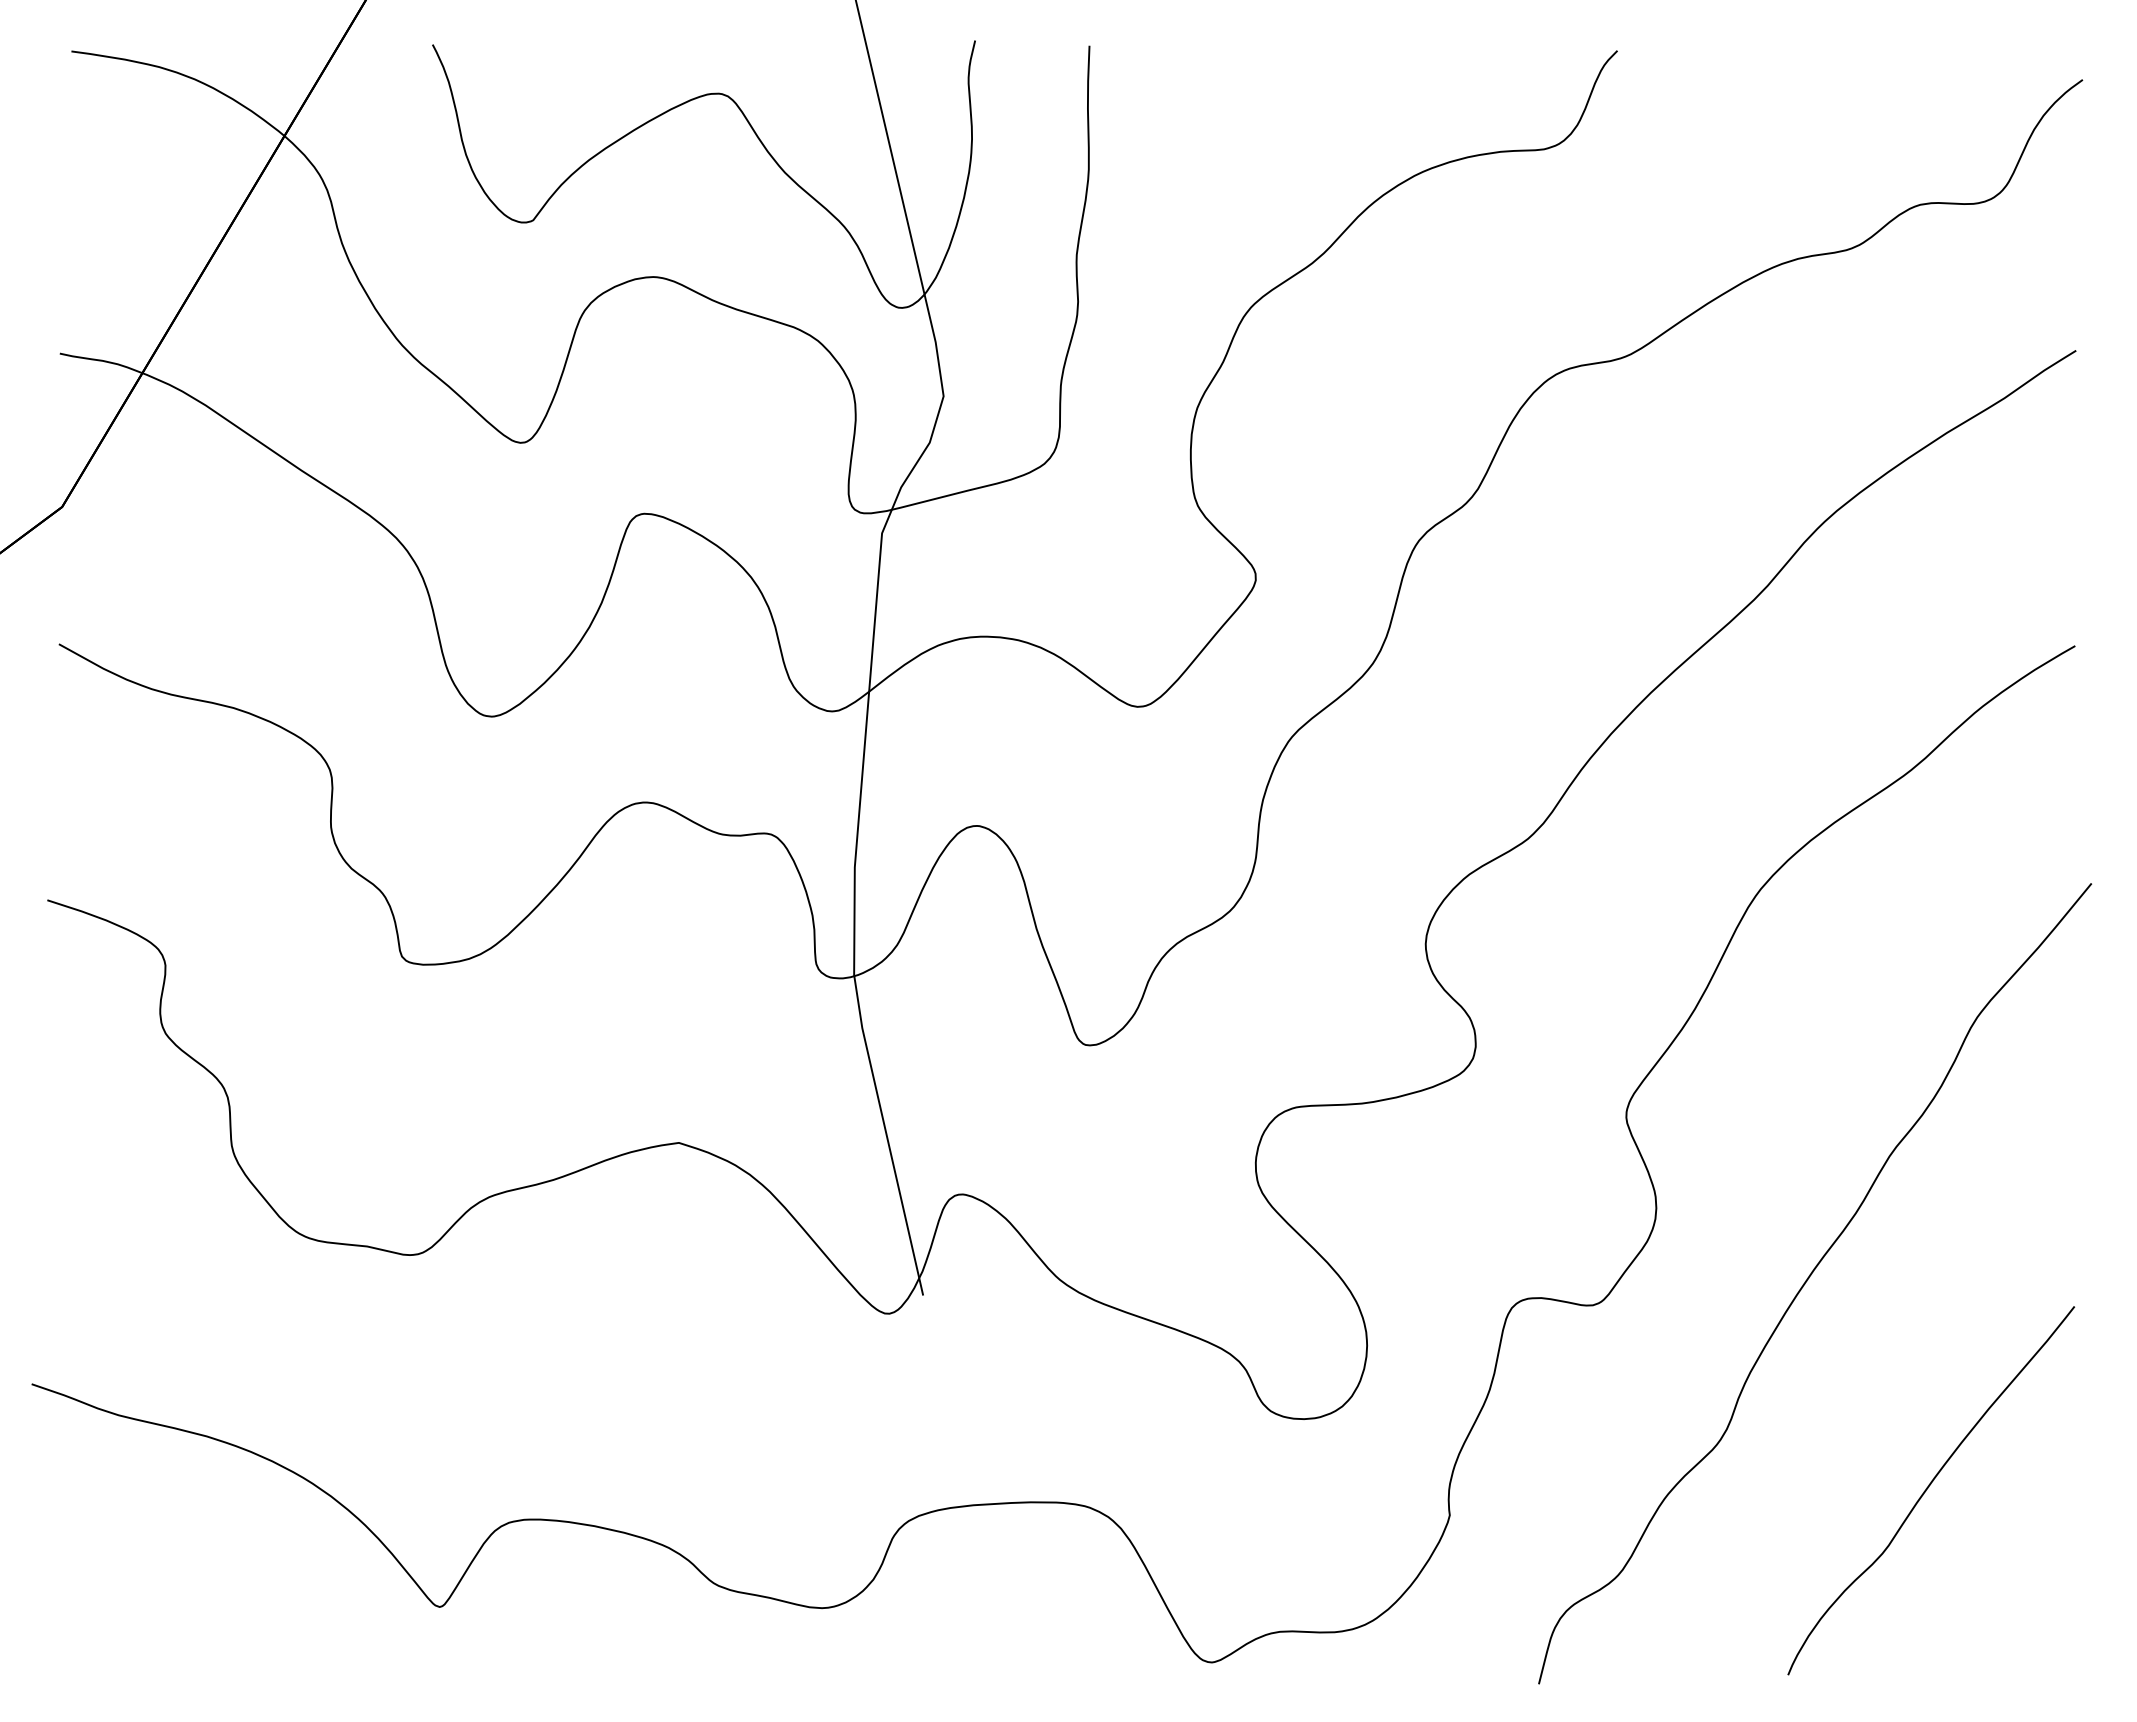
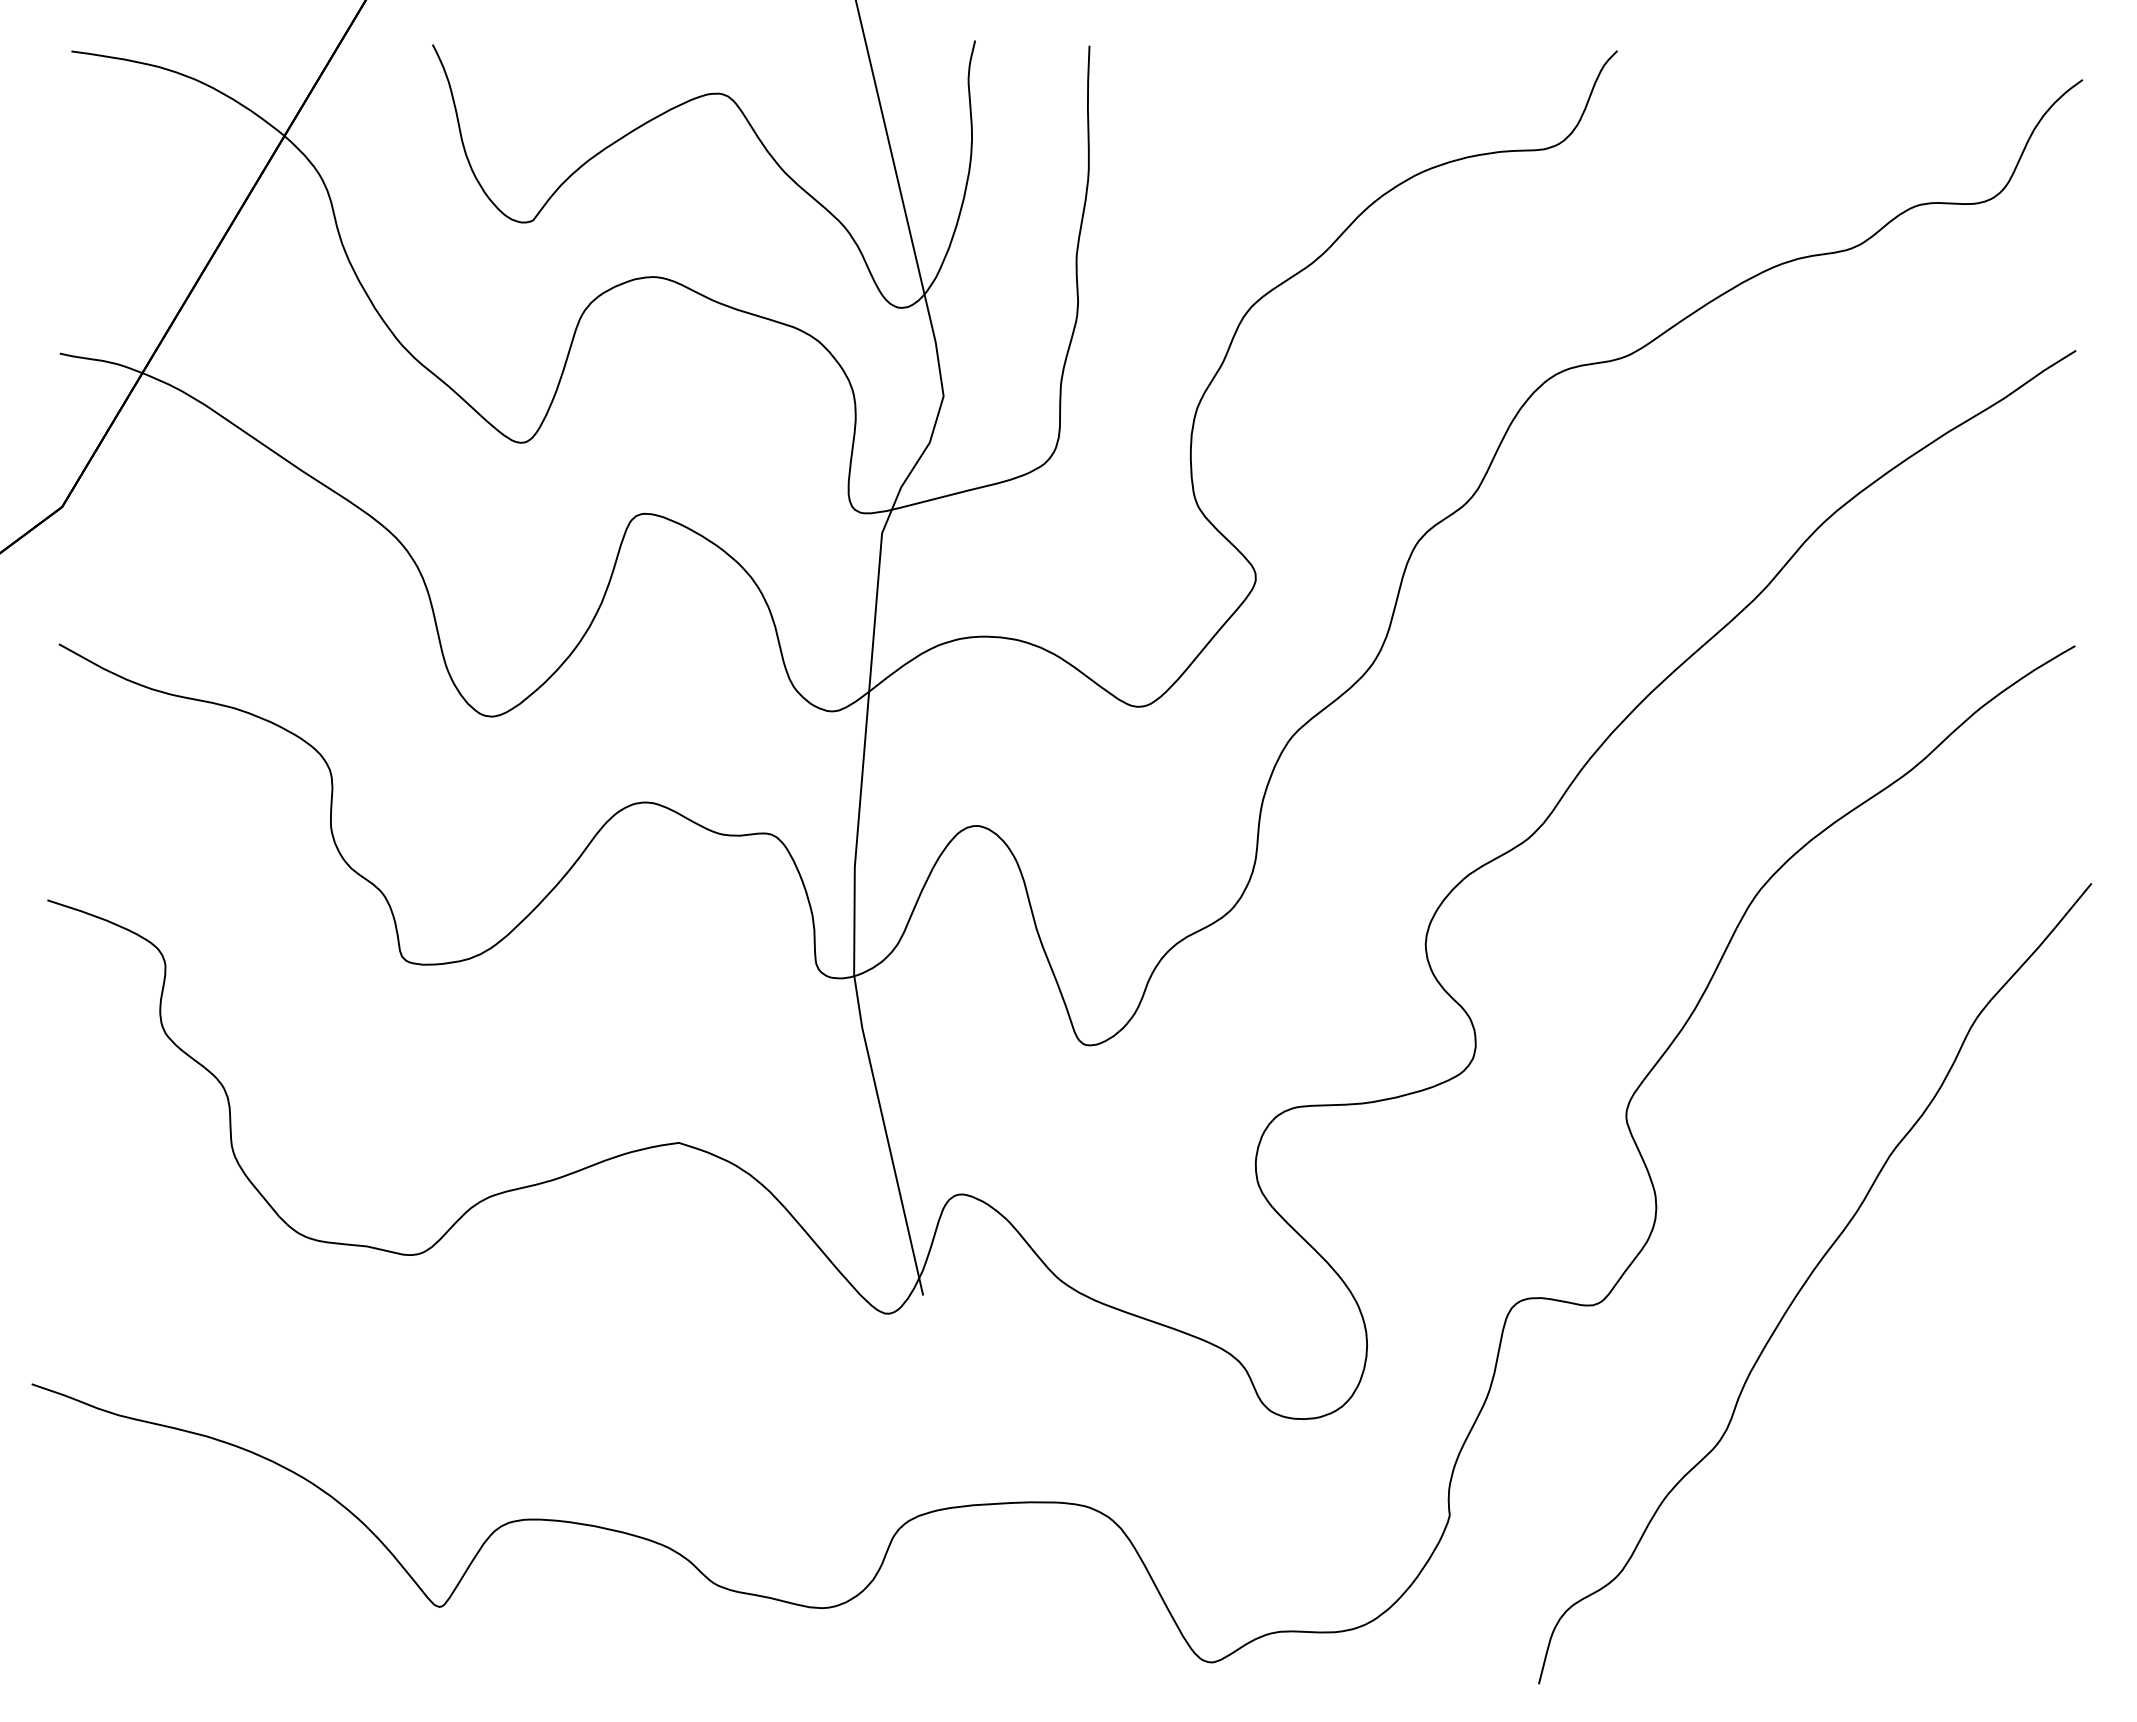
curve at (1928, 1488): present -> none
